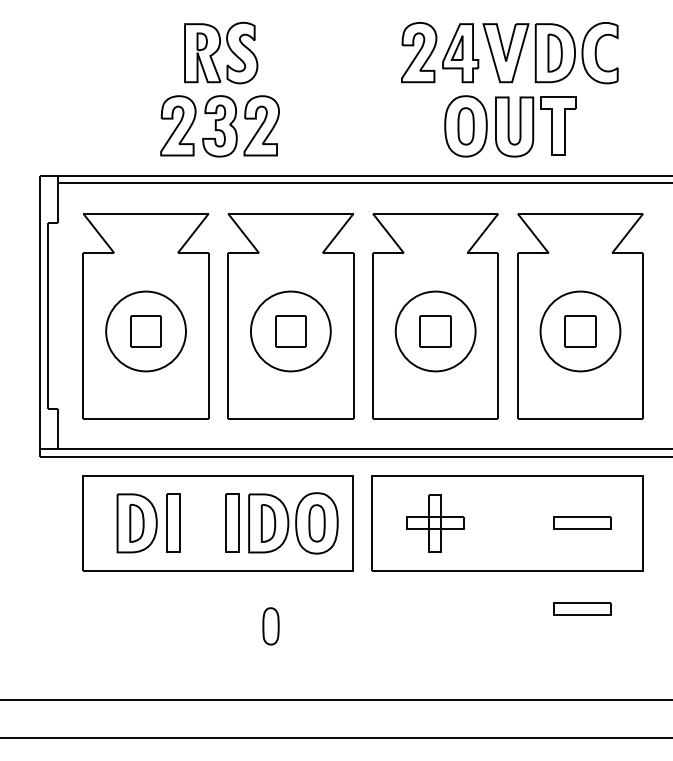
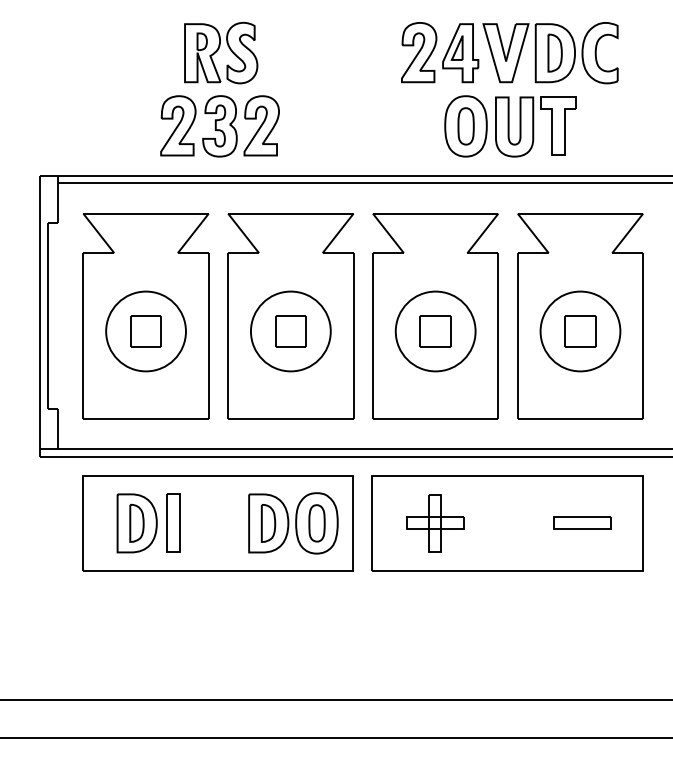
part at (232, 522): present -> none
part at (582, 608): present -> none
part at (270, 626): present -> none
